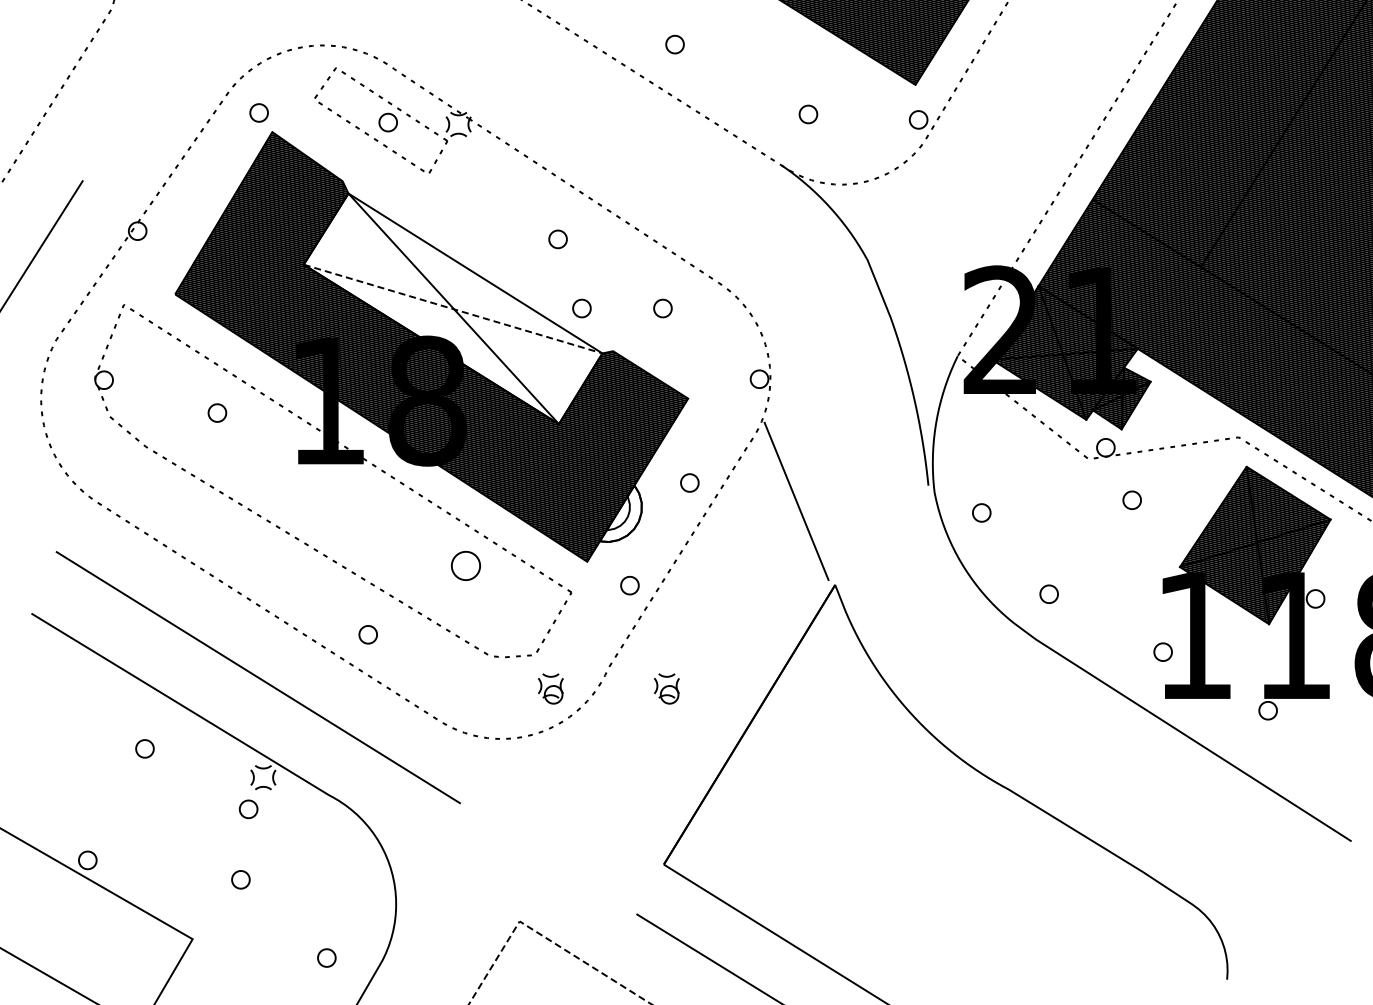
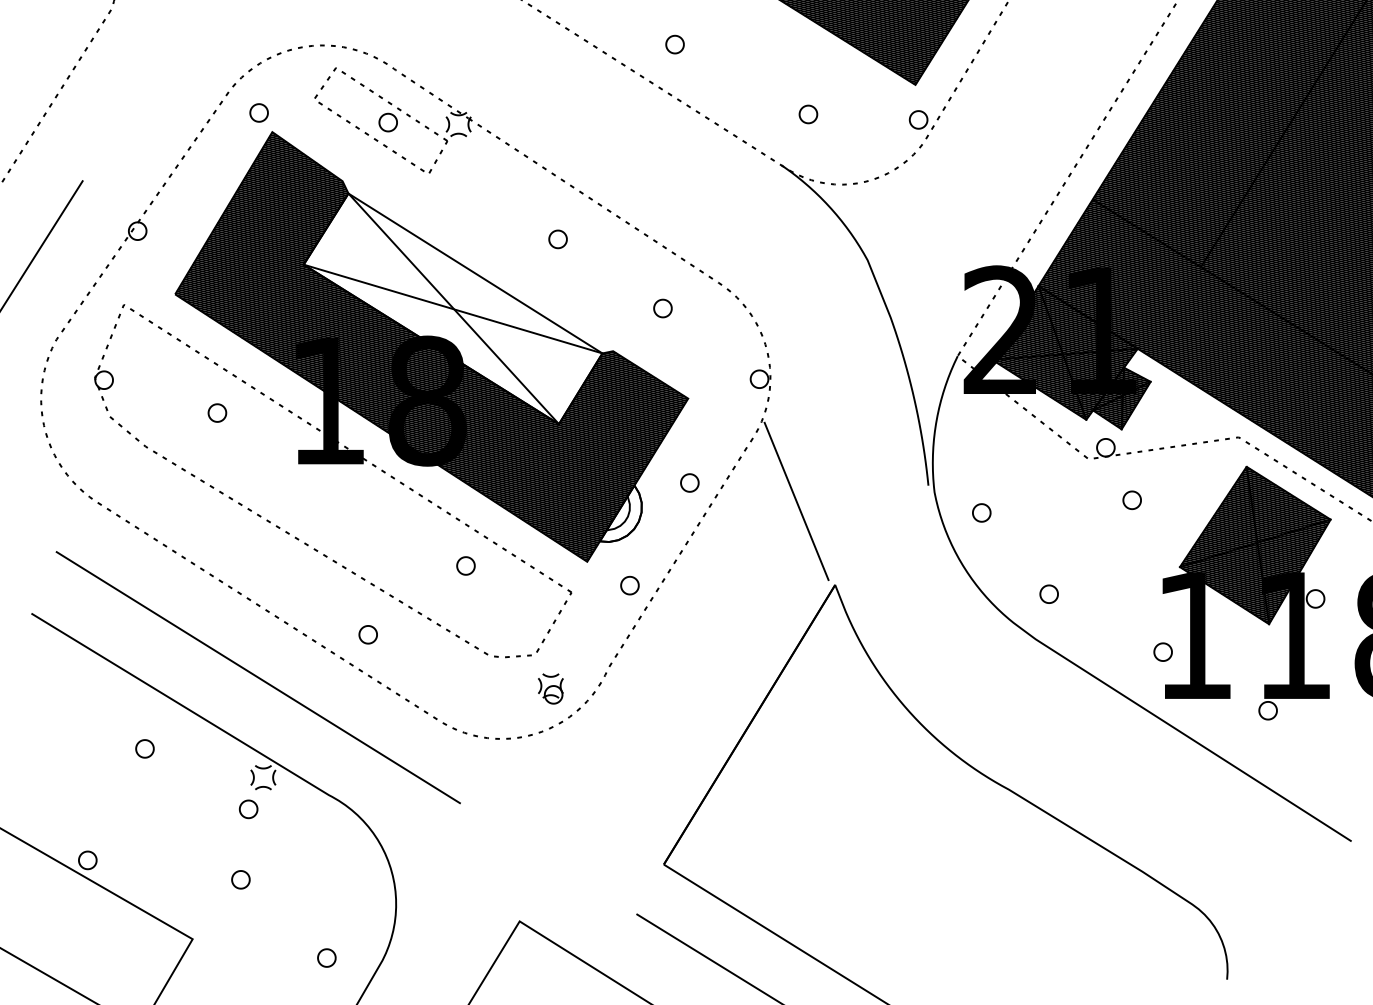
part at (581, 308): present -> none
line at (453, 309): dashed -> solid
part at (465, 565) size: 30x30 px -> 20x20 px
part at (666, 688): present -> none
line at (544, 936): dashed -> solid
